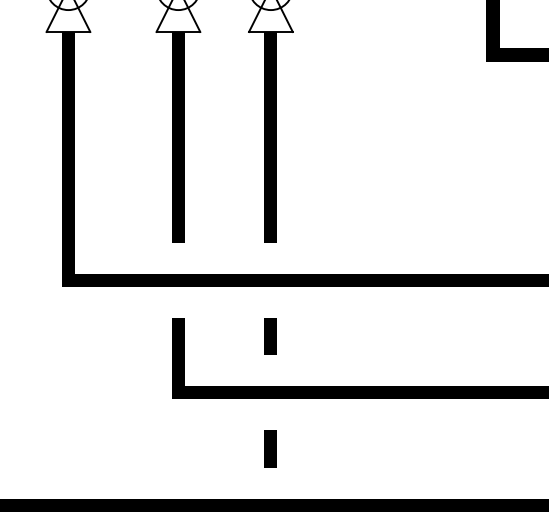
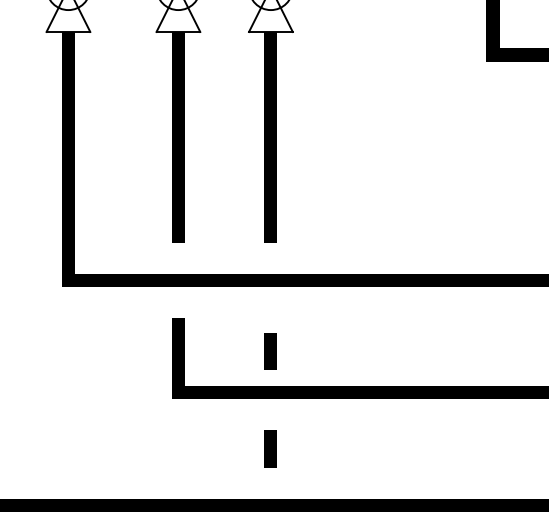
line at (270, 336) position: (270, 336) -> (270, 351)
